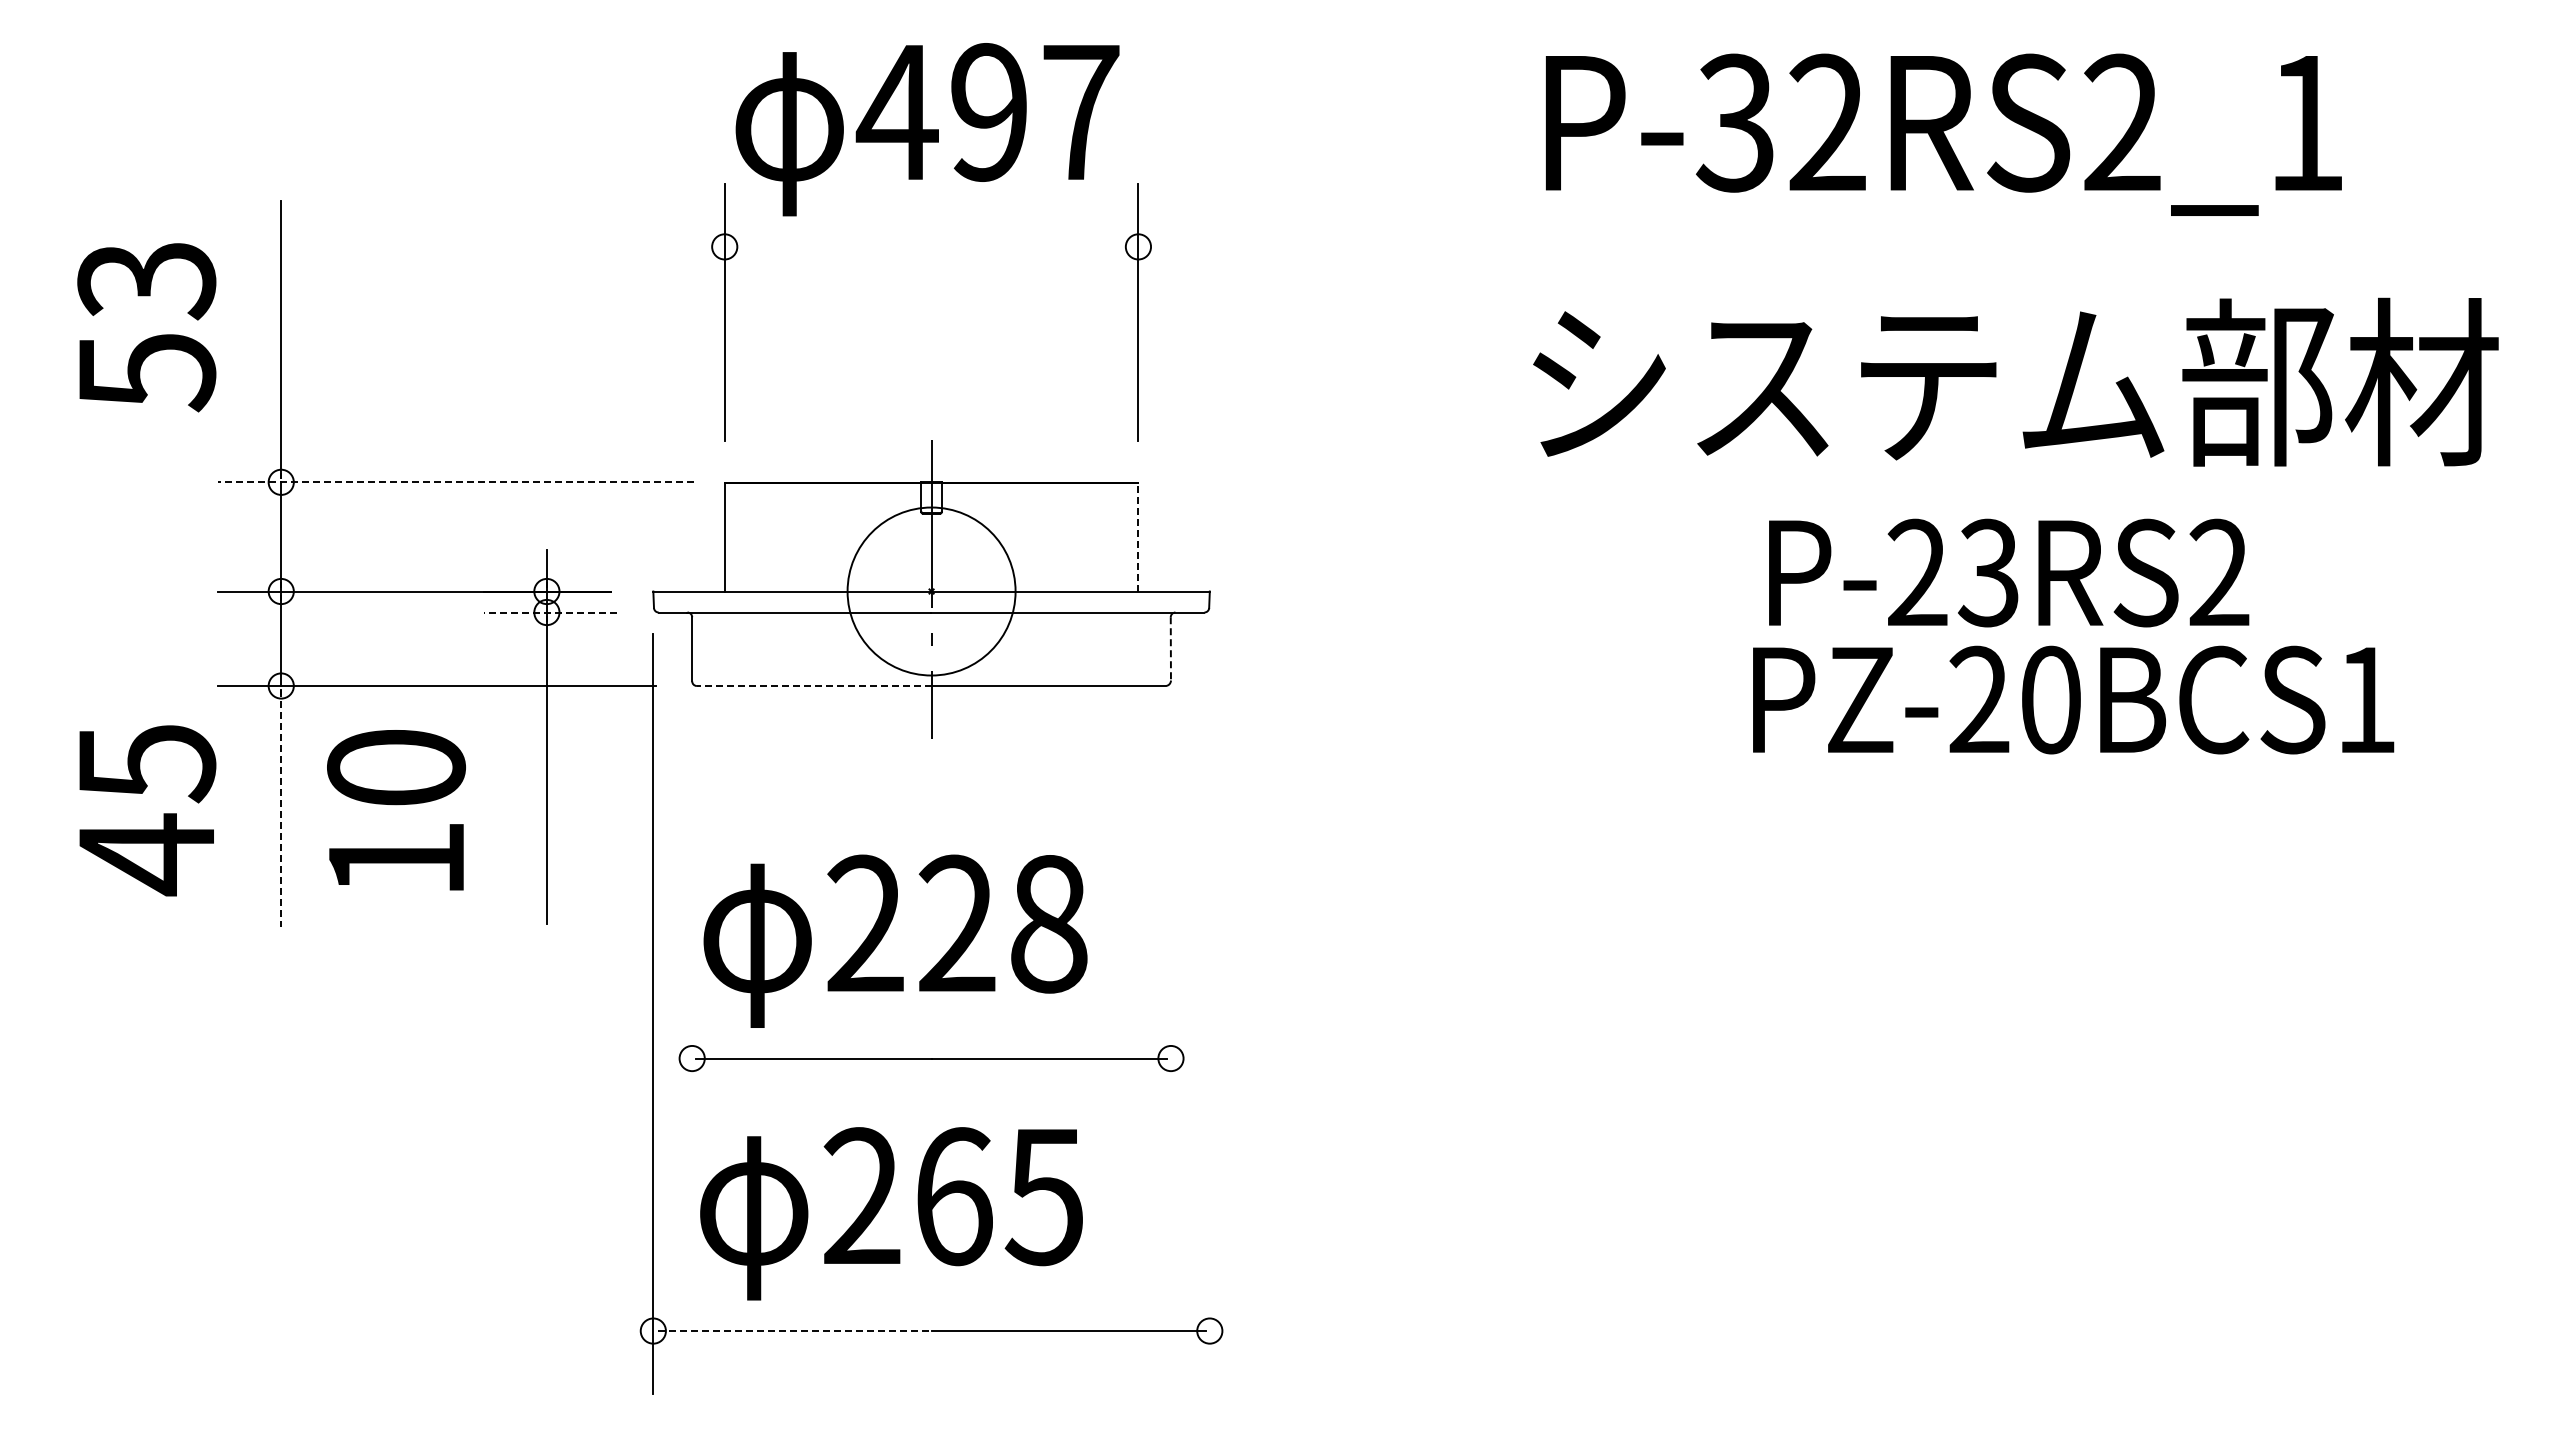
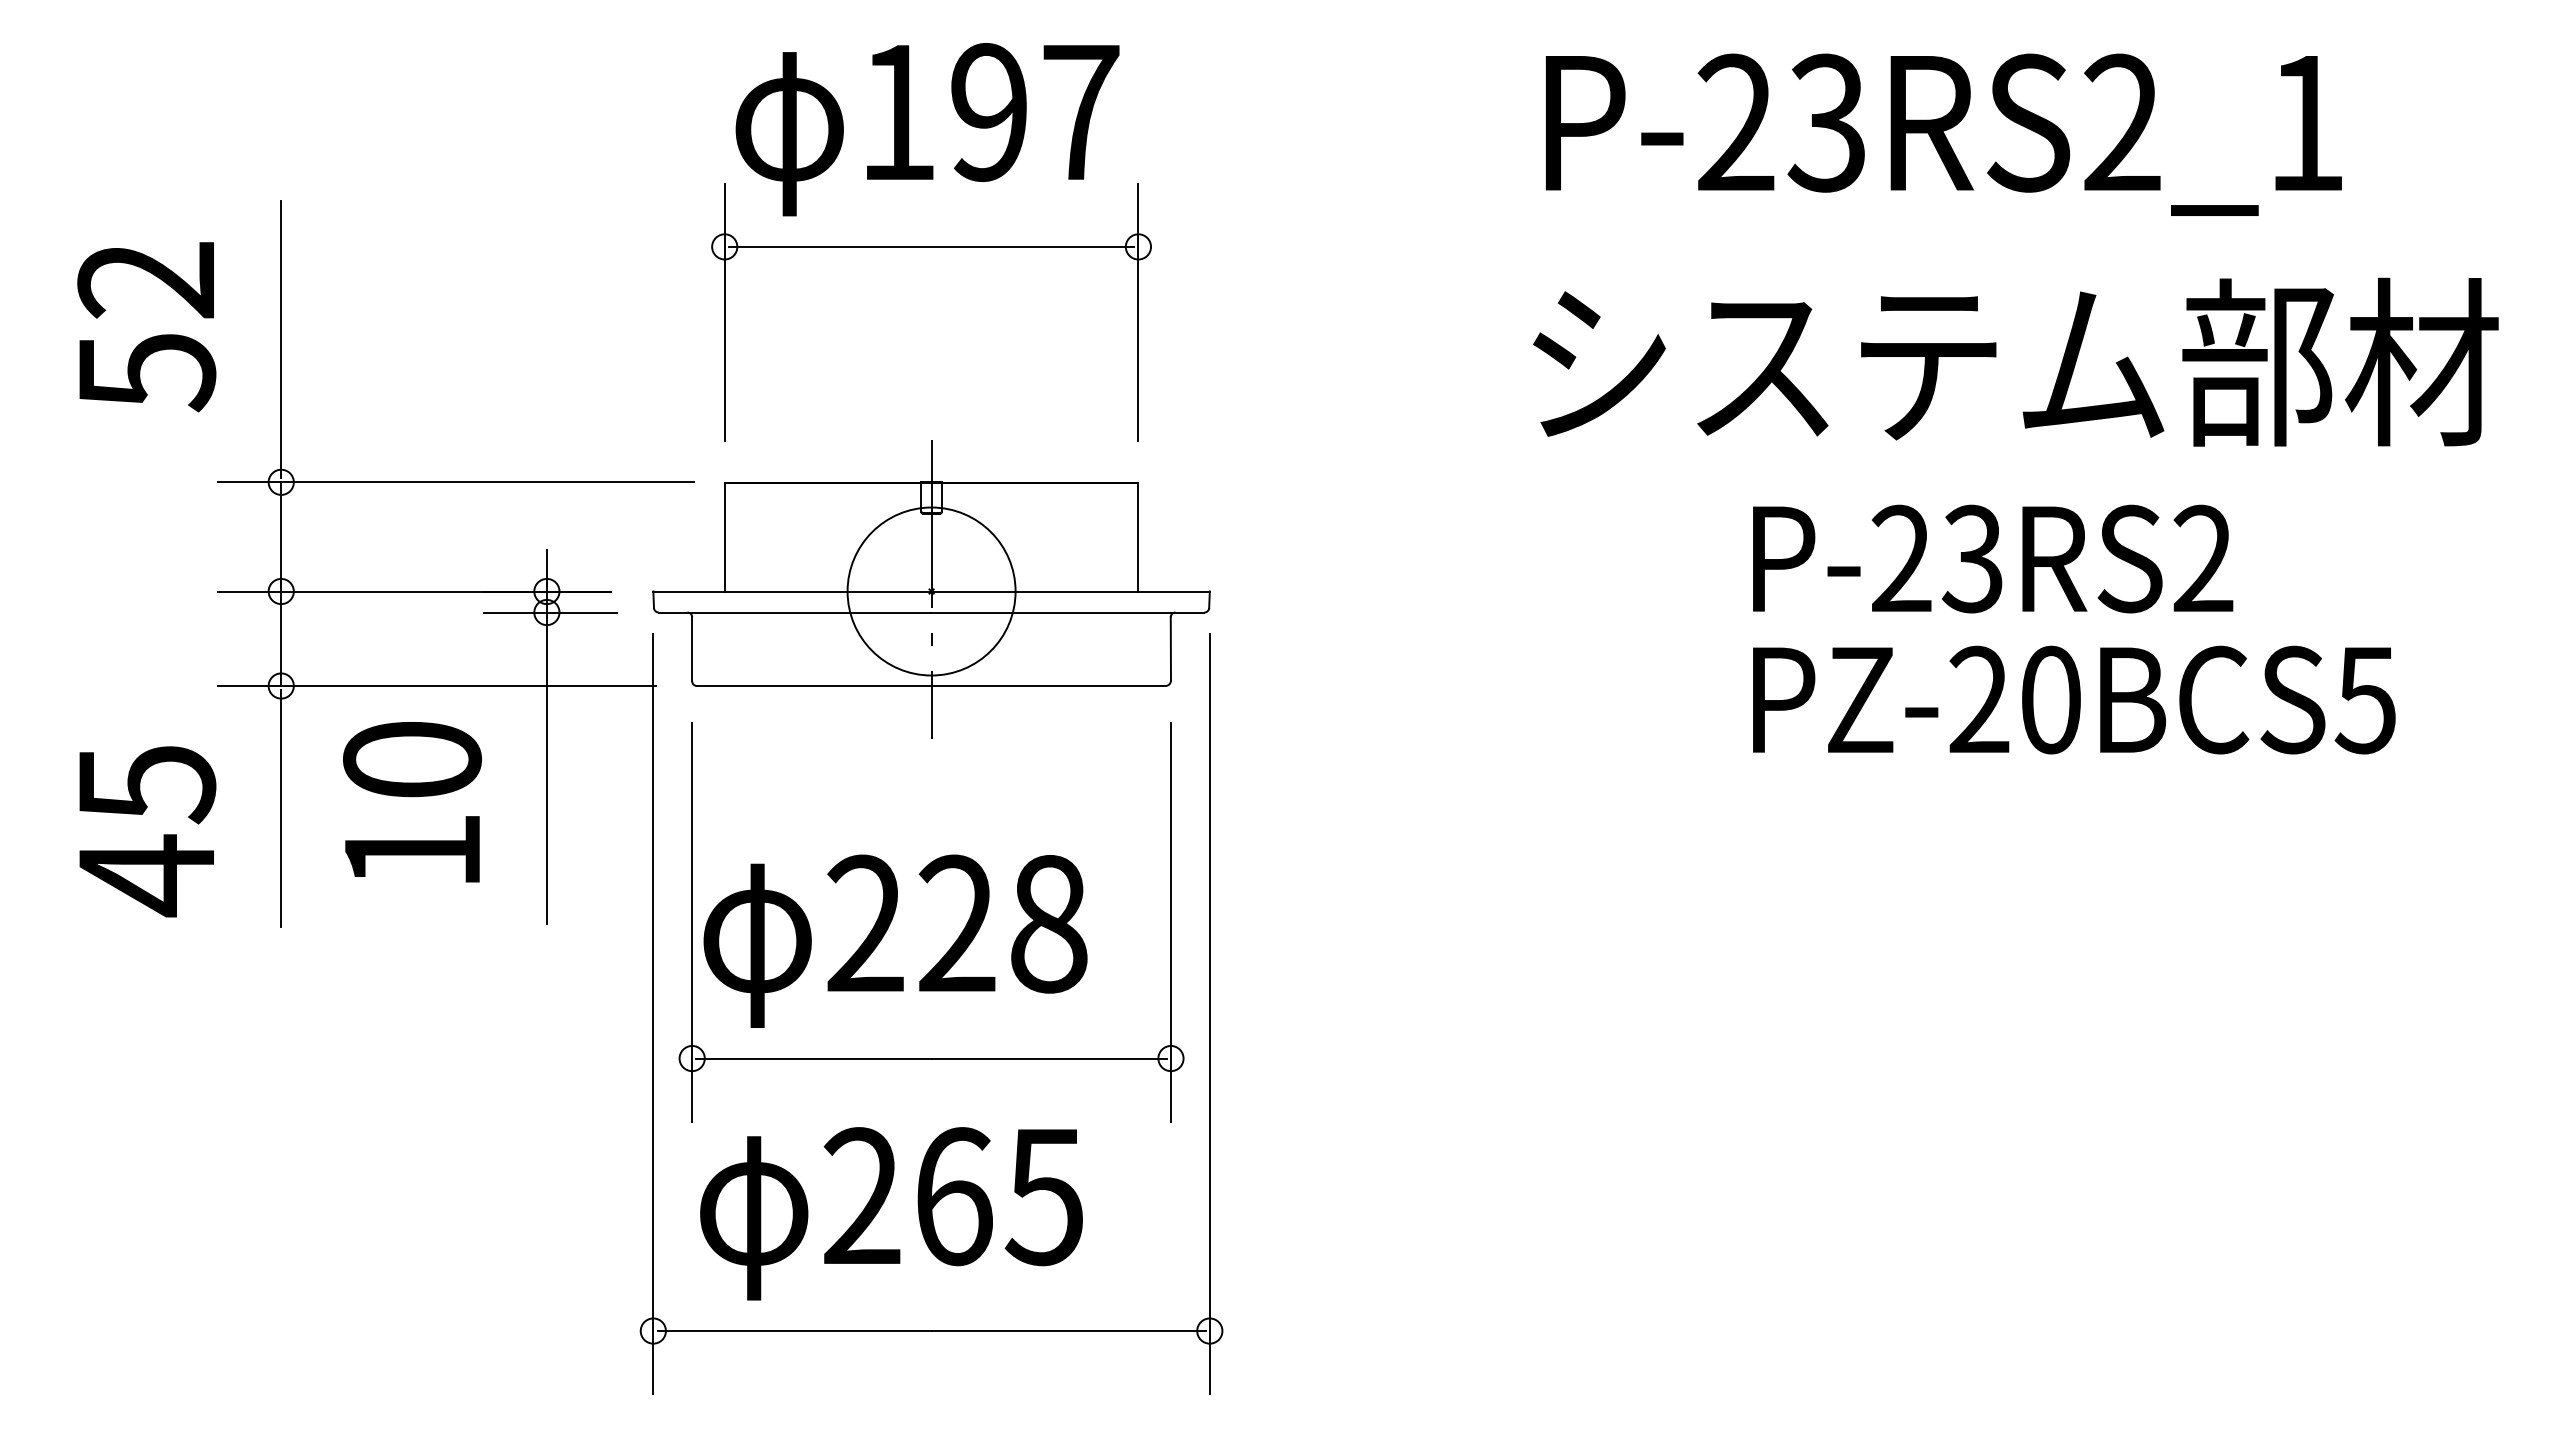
text at (896, 112): 497 -> 197
text at (1780, 122): P-32RS2_1 -> P-23RS2_1
line at (931, 246): none -> present
text at (146, 281): 53 -> 52
text at (2015, 381) position: (2015, 381) -> (2015, 361)
line at (456, 482): dashed -> solid
line at (1138, 536): dashed -> solid
text at (2009, 572) position: (2009, 572) -> (1993, 558)
line at (549, 612): dashed -> solid
line at (1170, 648): dashed -> solid
line at (813, 686): dashed -> solid
text at (2364, 700): PZ-20BCS1 -> PZ-20BCS5
line at (281, 809): dashed -> solid
text at (147, 810) position: (147, 810) -> (147, 831)
text at (396, 810) position: (396, 810) -> (412, 802)
line at (692, 921): none -> present
line at (1170, 921): none -> present
line at (1209, 1013): none -> present
line at (795, 1331): dashed -> solid
